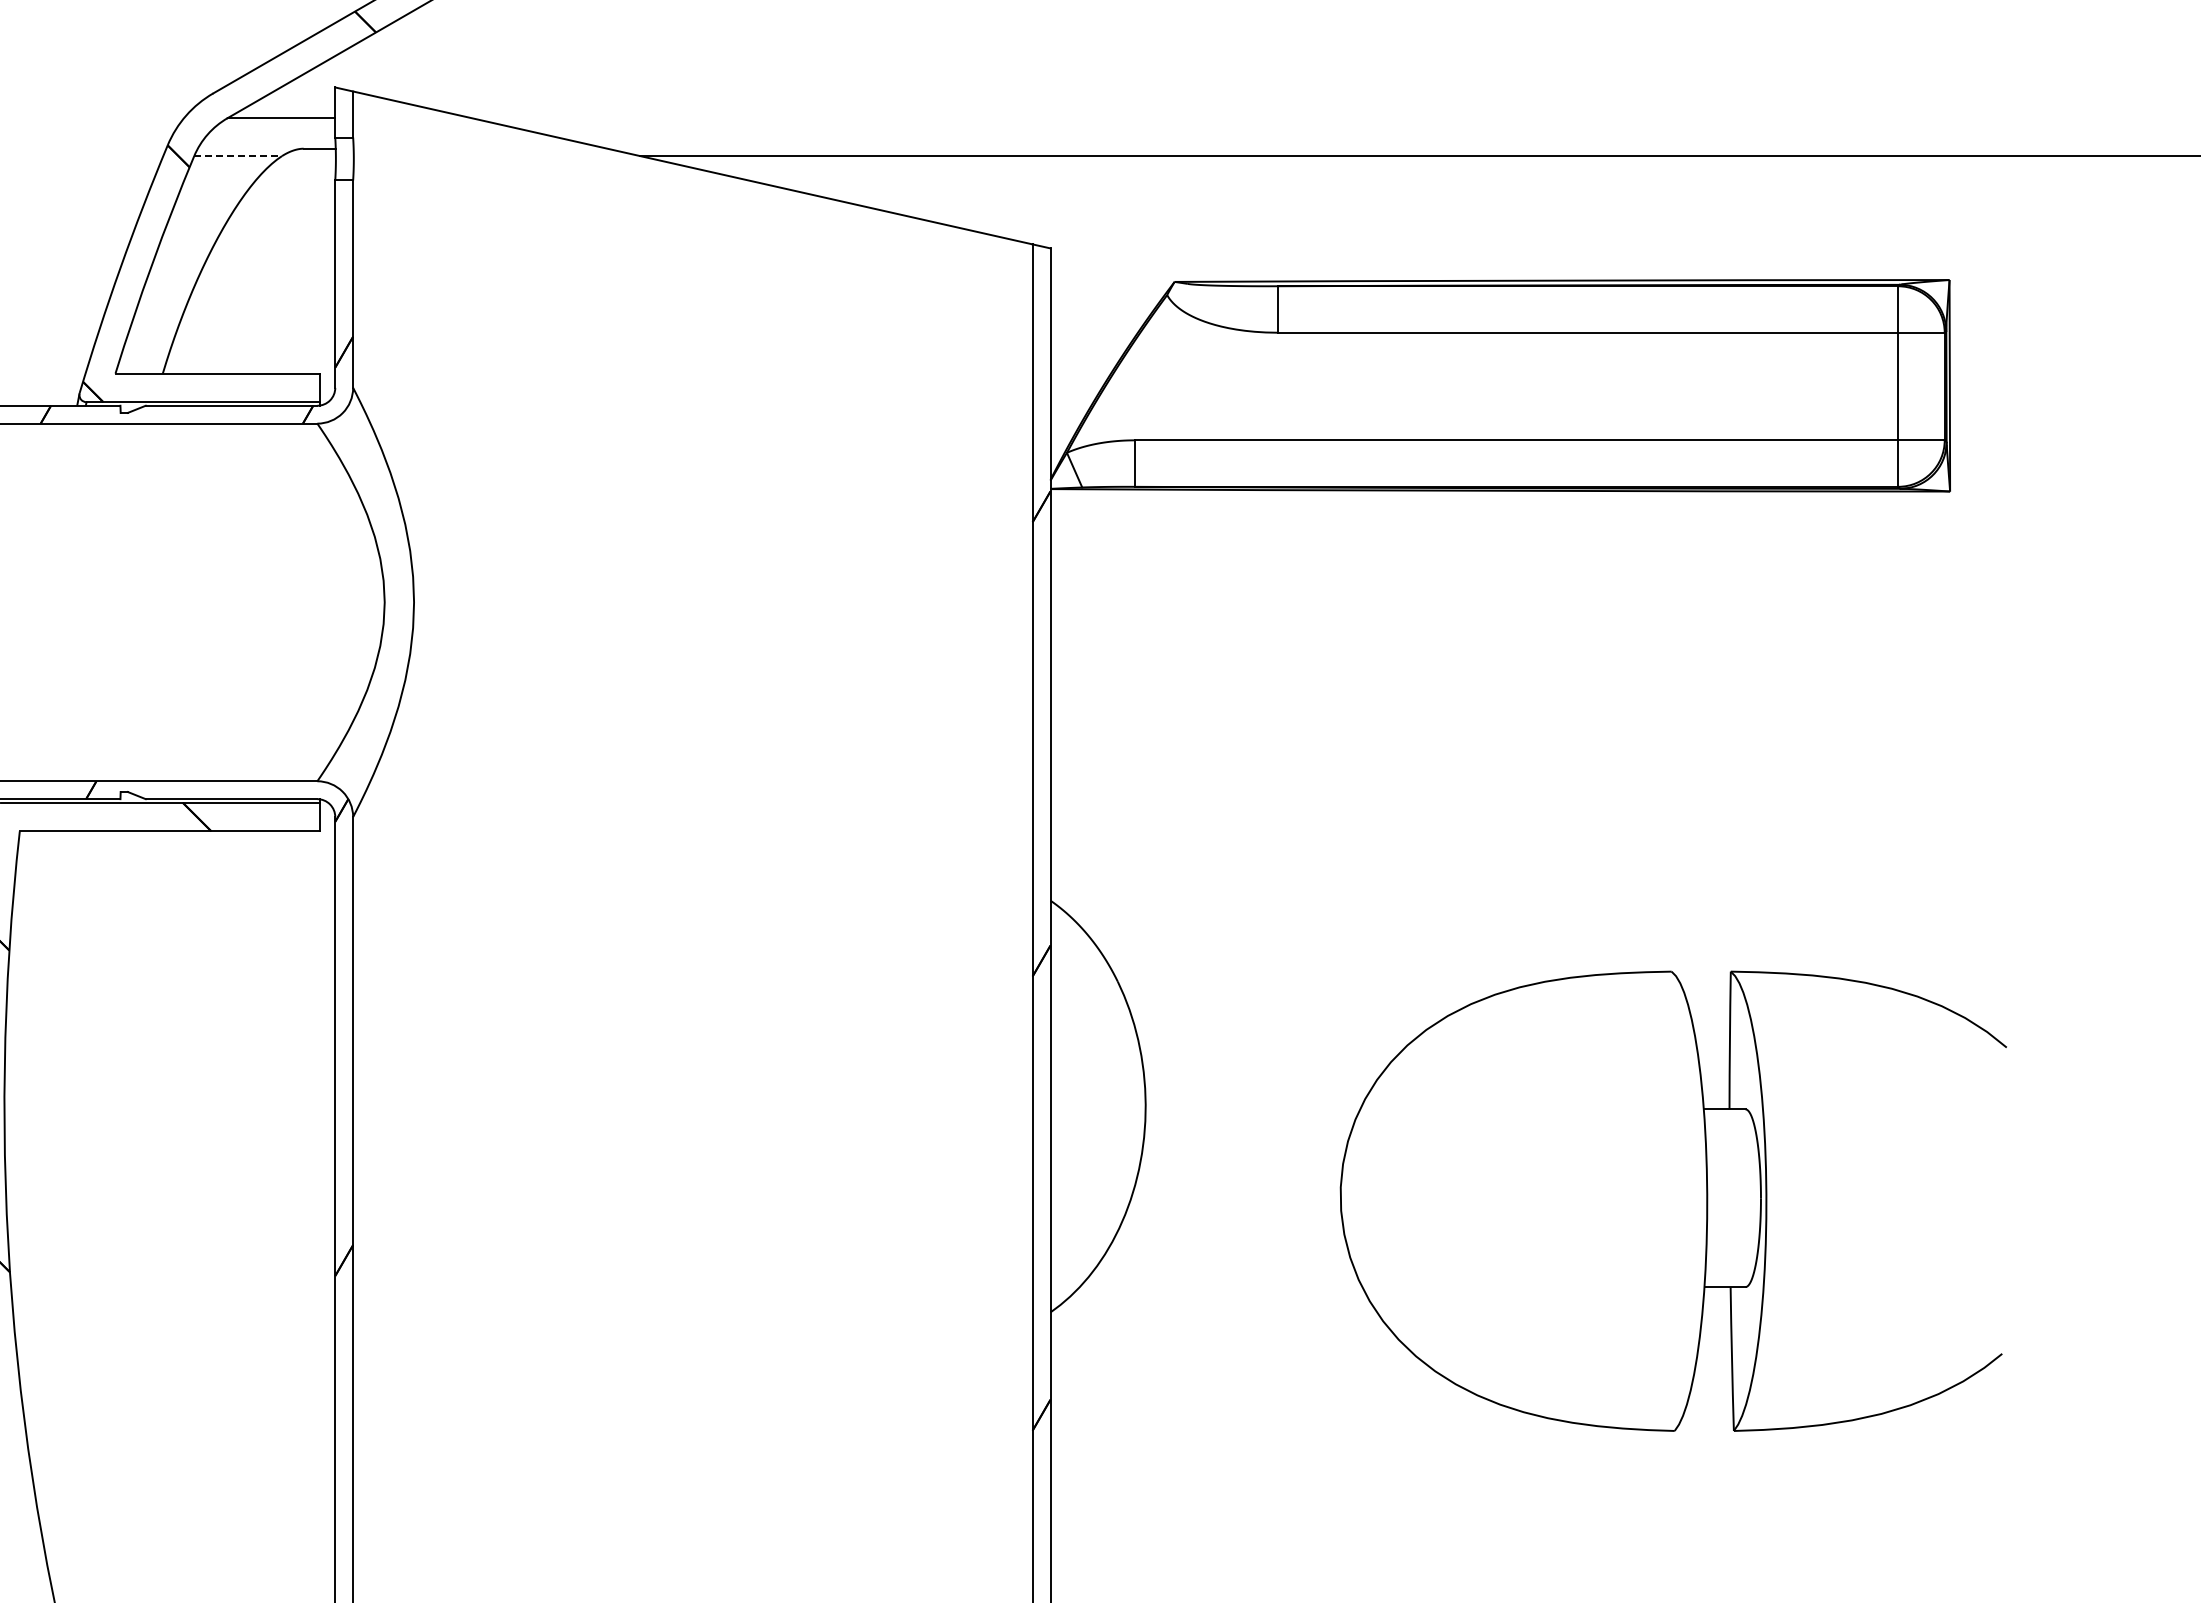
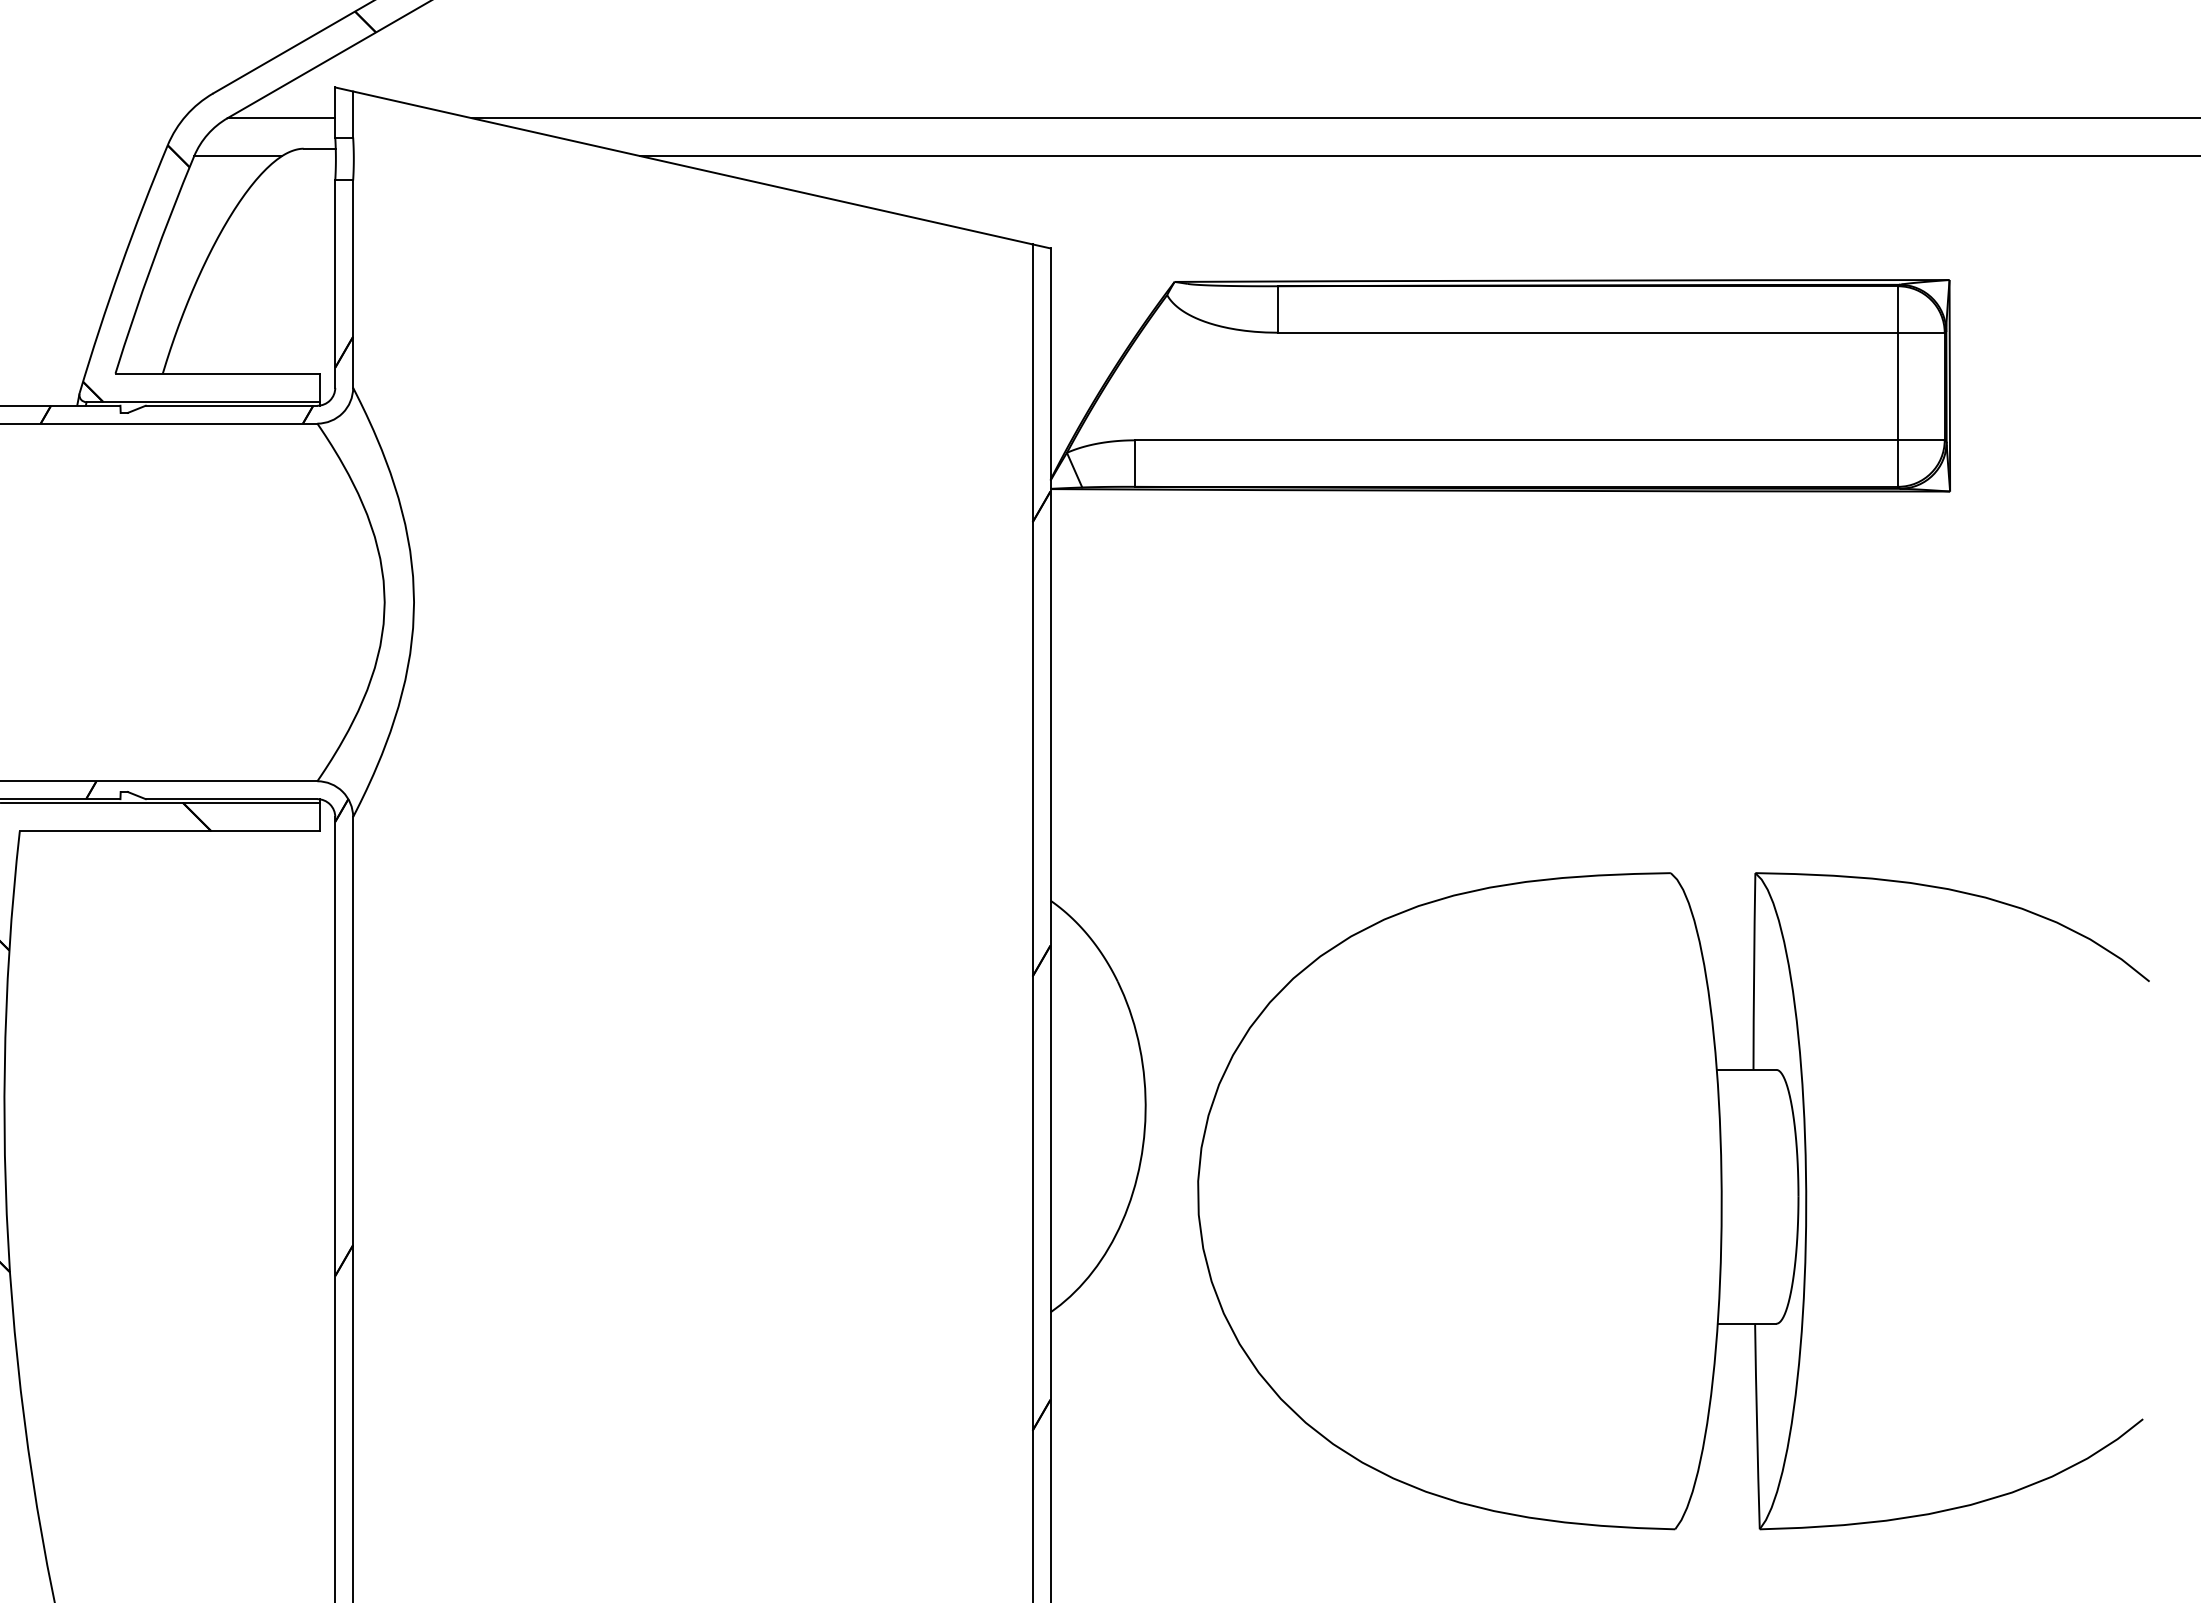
line at (1334, 118): none -> present
line at (238, 156): dashed -> solid
part at (1672, 1200) size: 668x462 px -> 953x659 px
